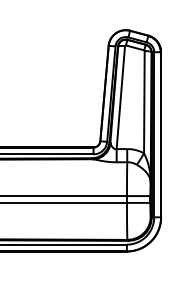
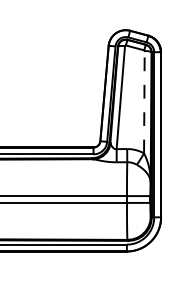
line at (144, 101): solid -> dashed
